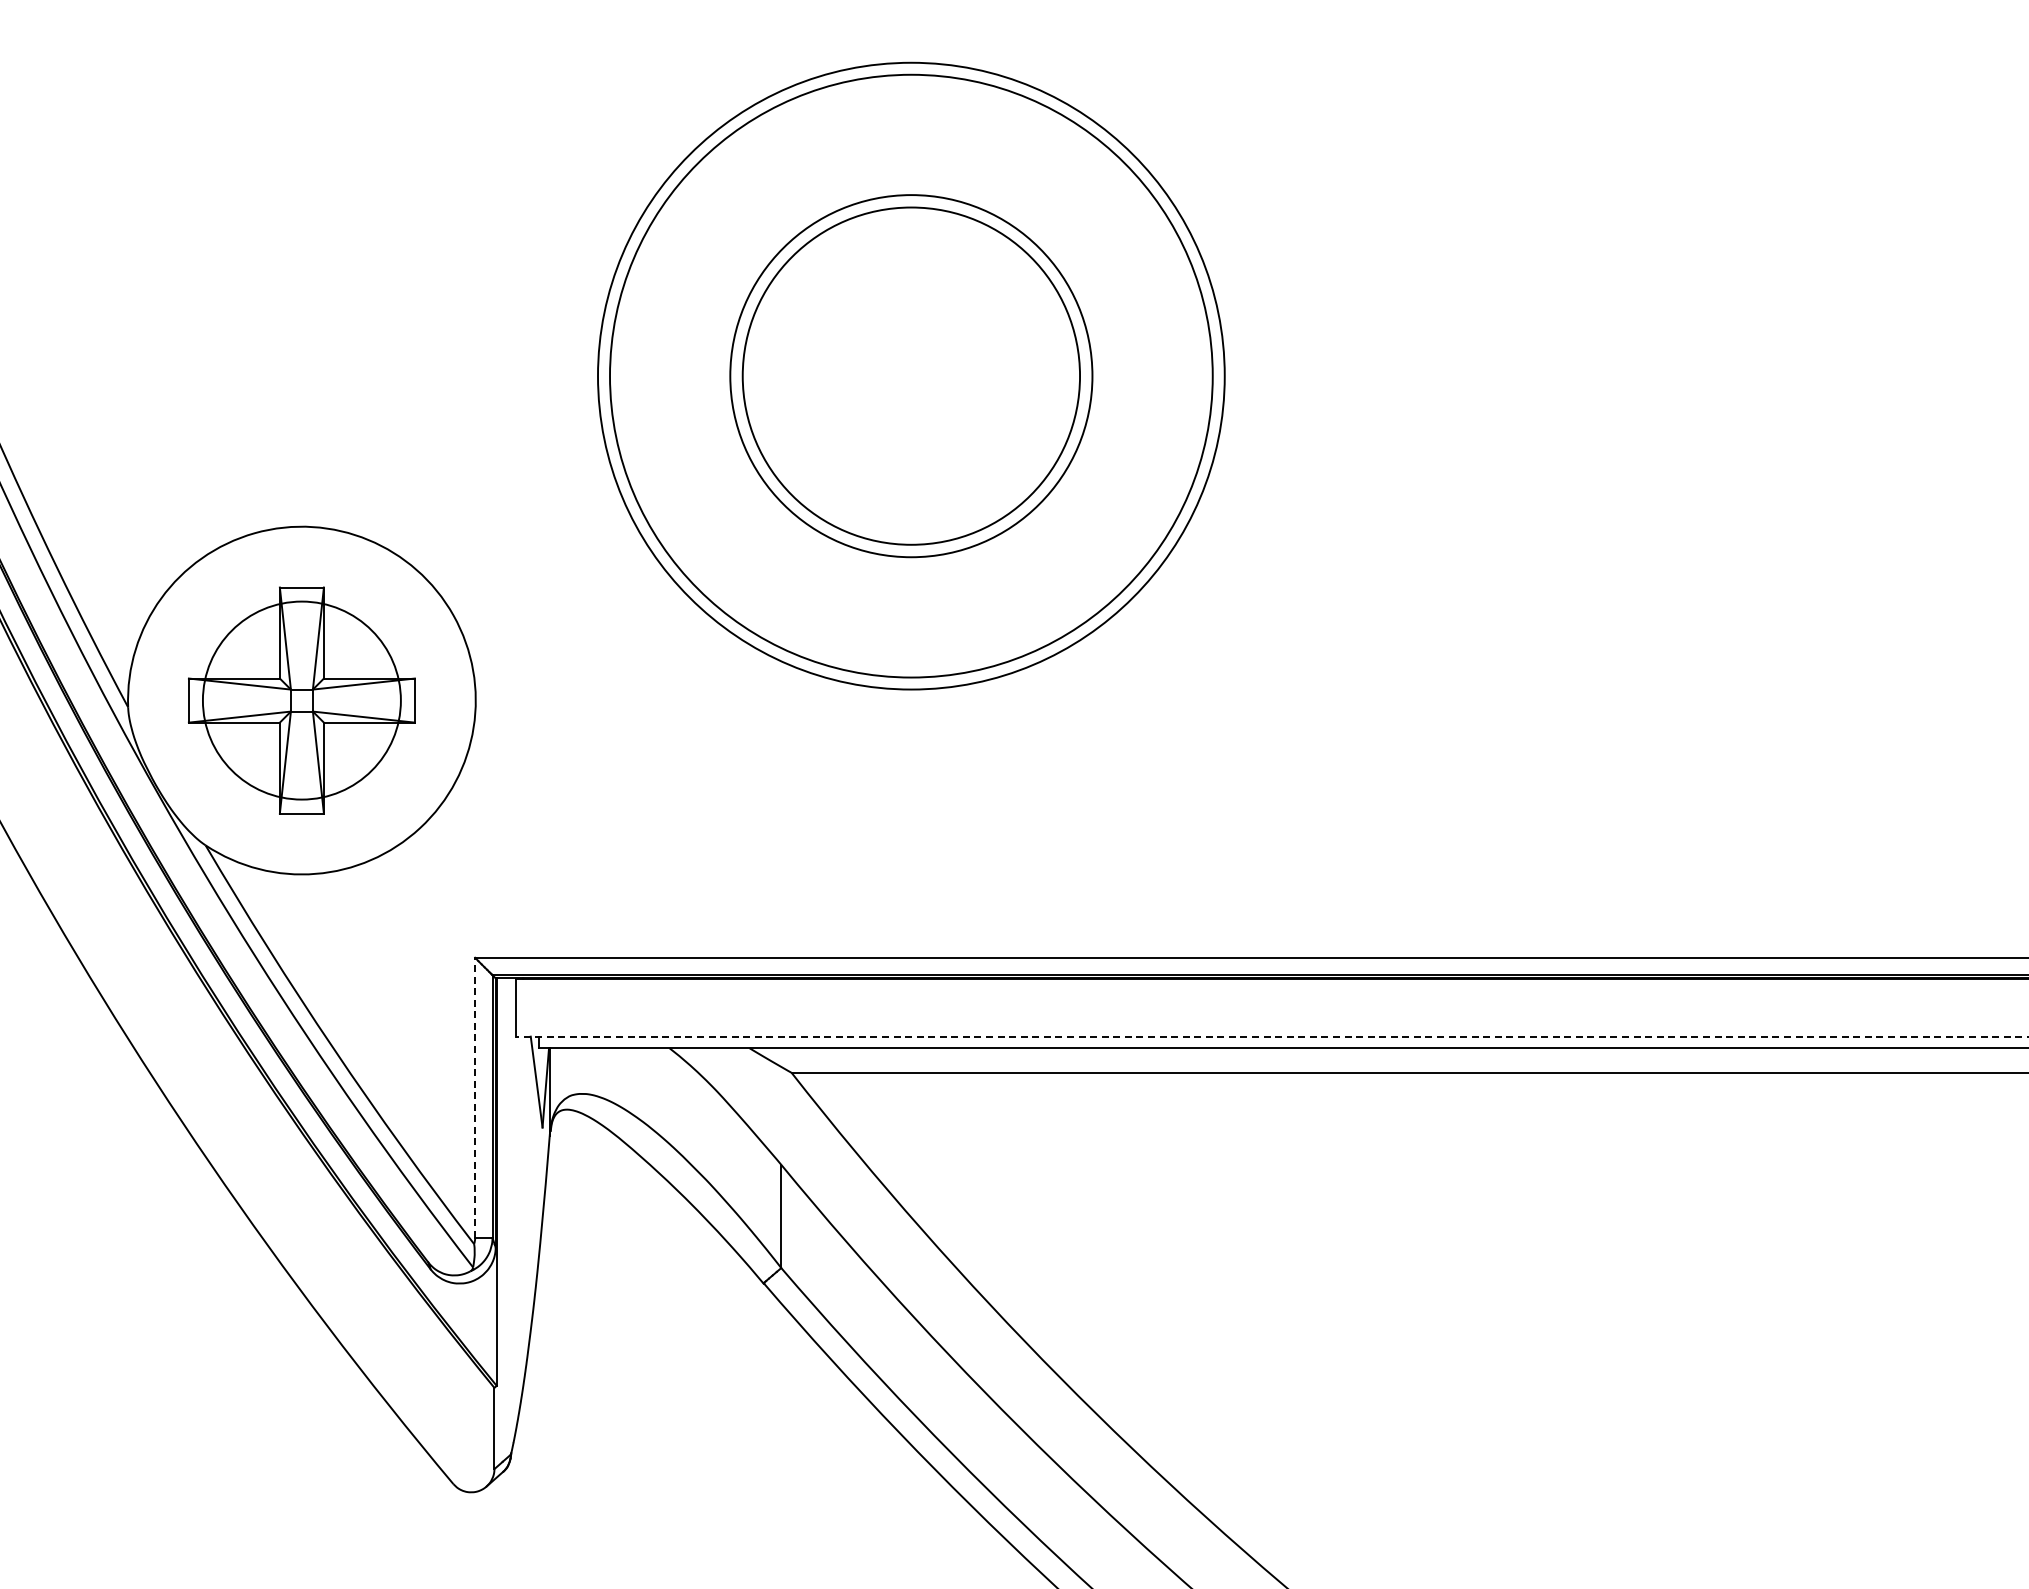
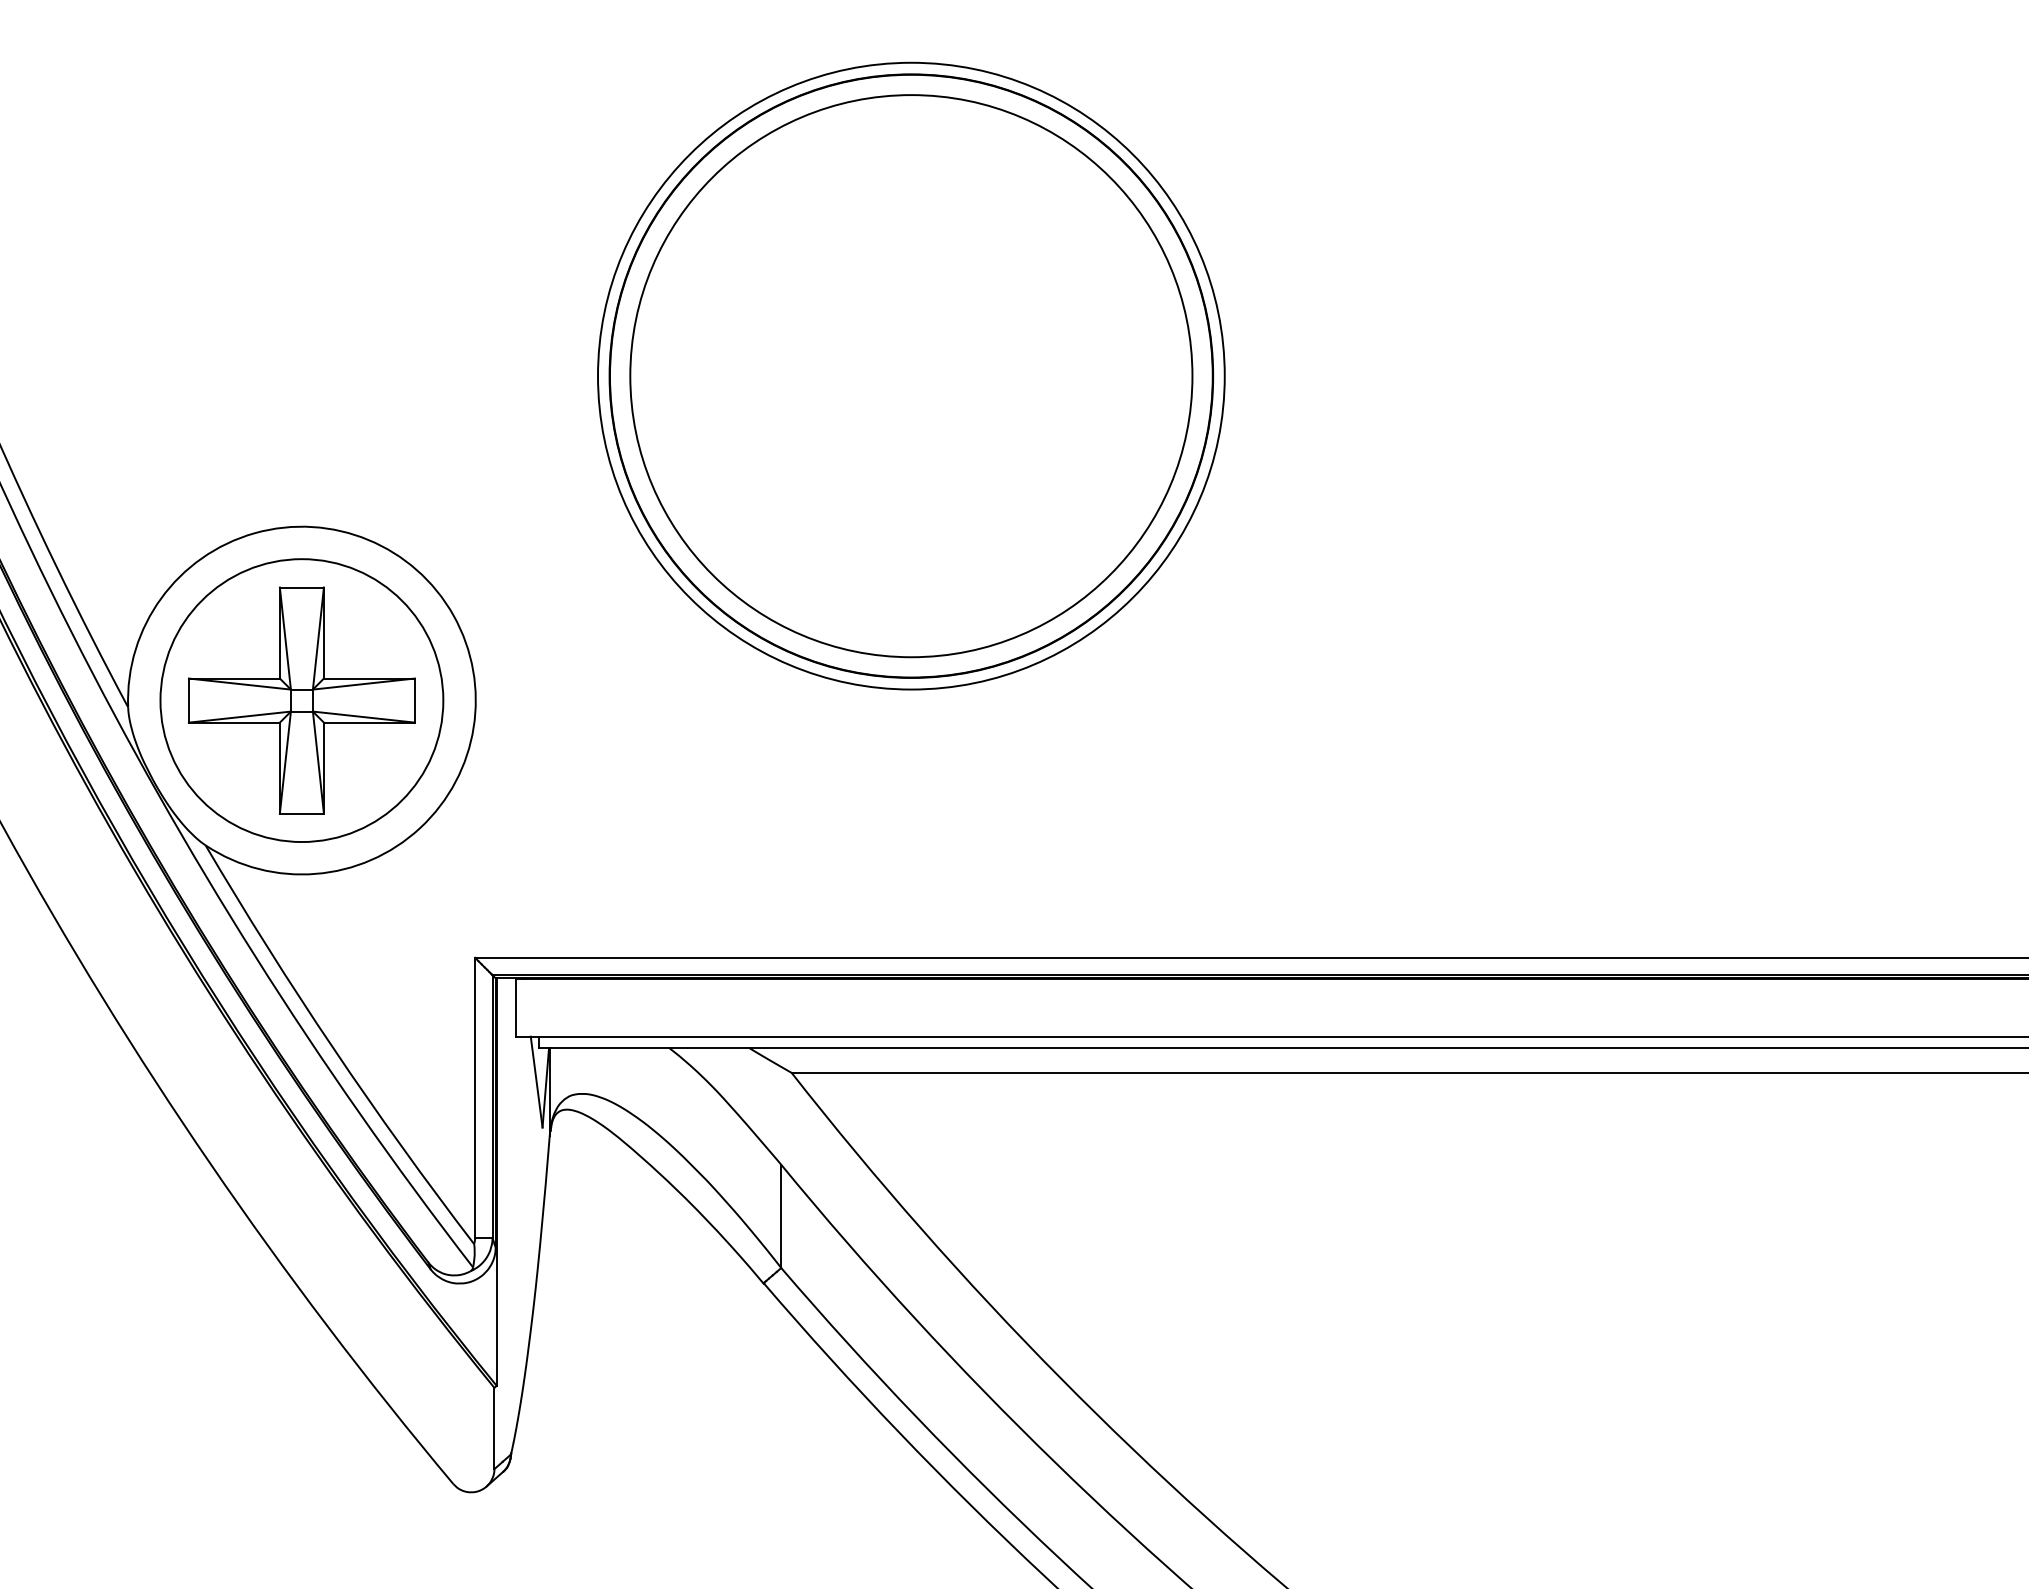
circle at (911, 375) diameter: 337 px -> 562 px
circle at (911, 376) diameter: 362 px -> 604 px
circle at (301, 700) diameter: 198 px -> 283 px
line at (1271, 1036): dashed -> solid
line at (475, 1097): dashed -> solid
